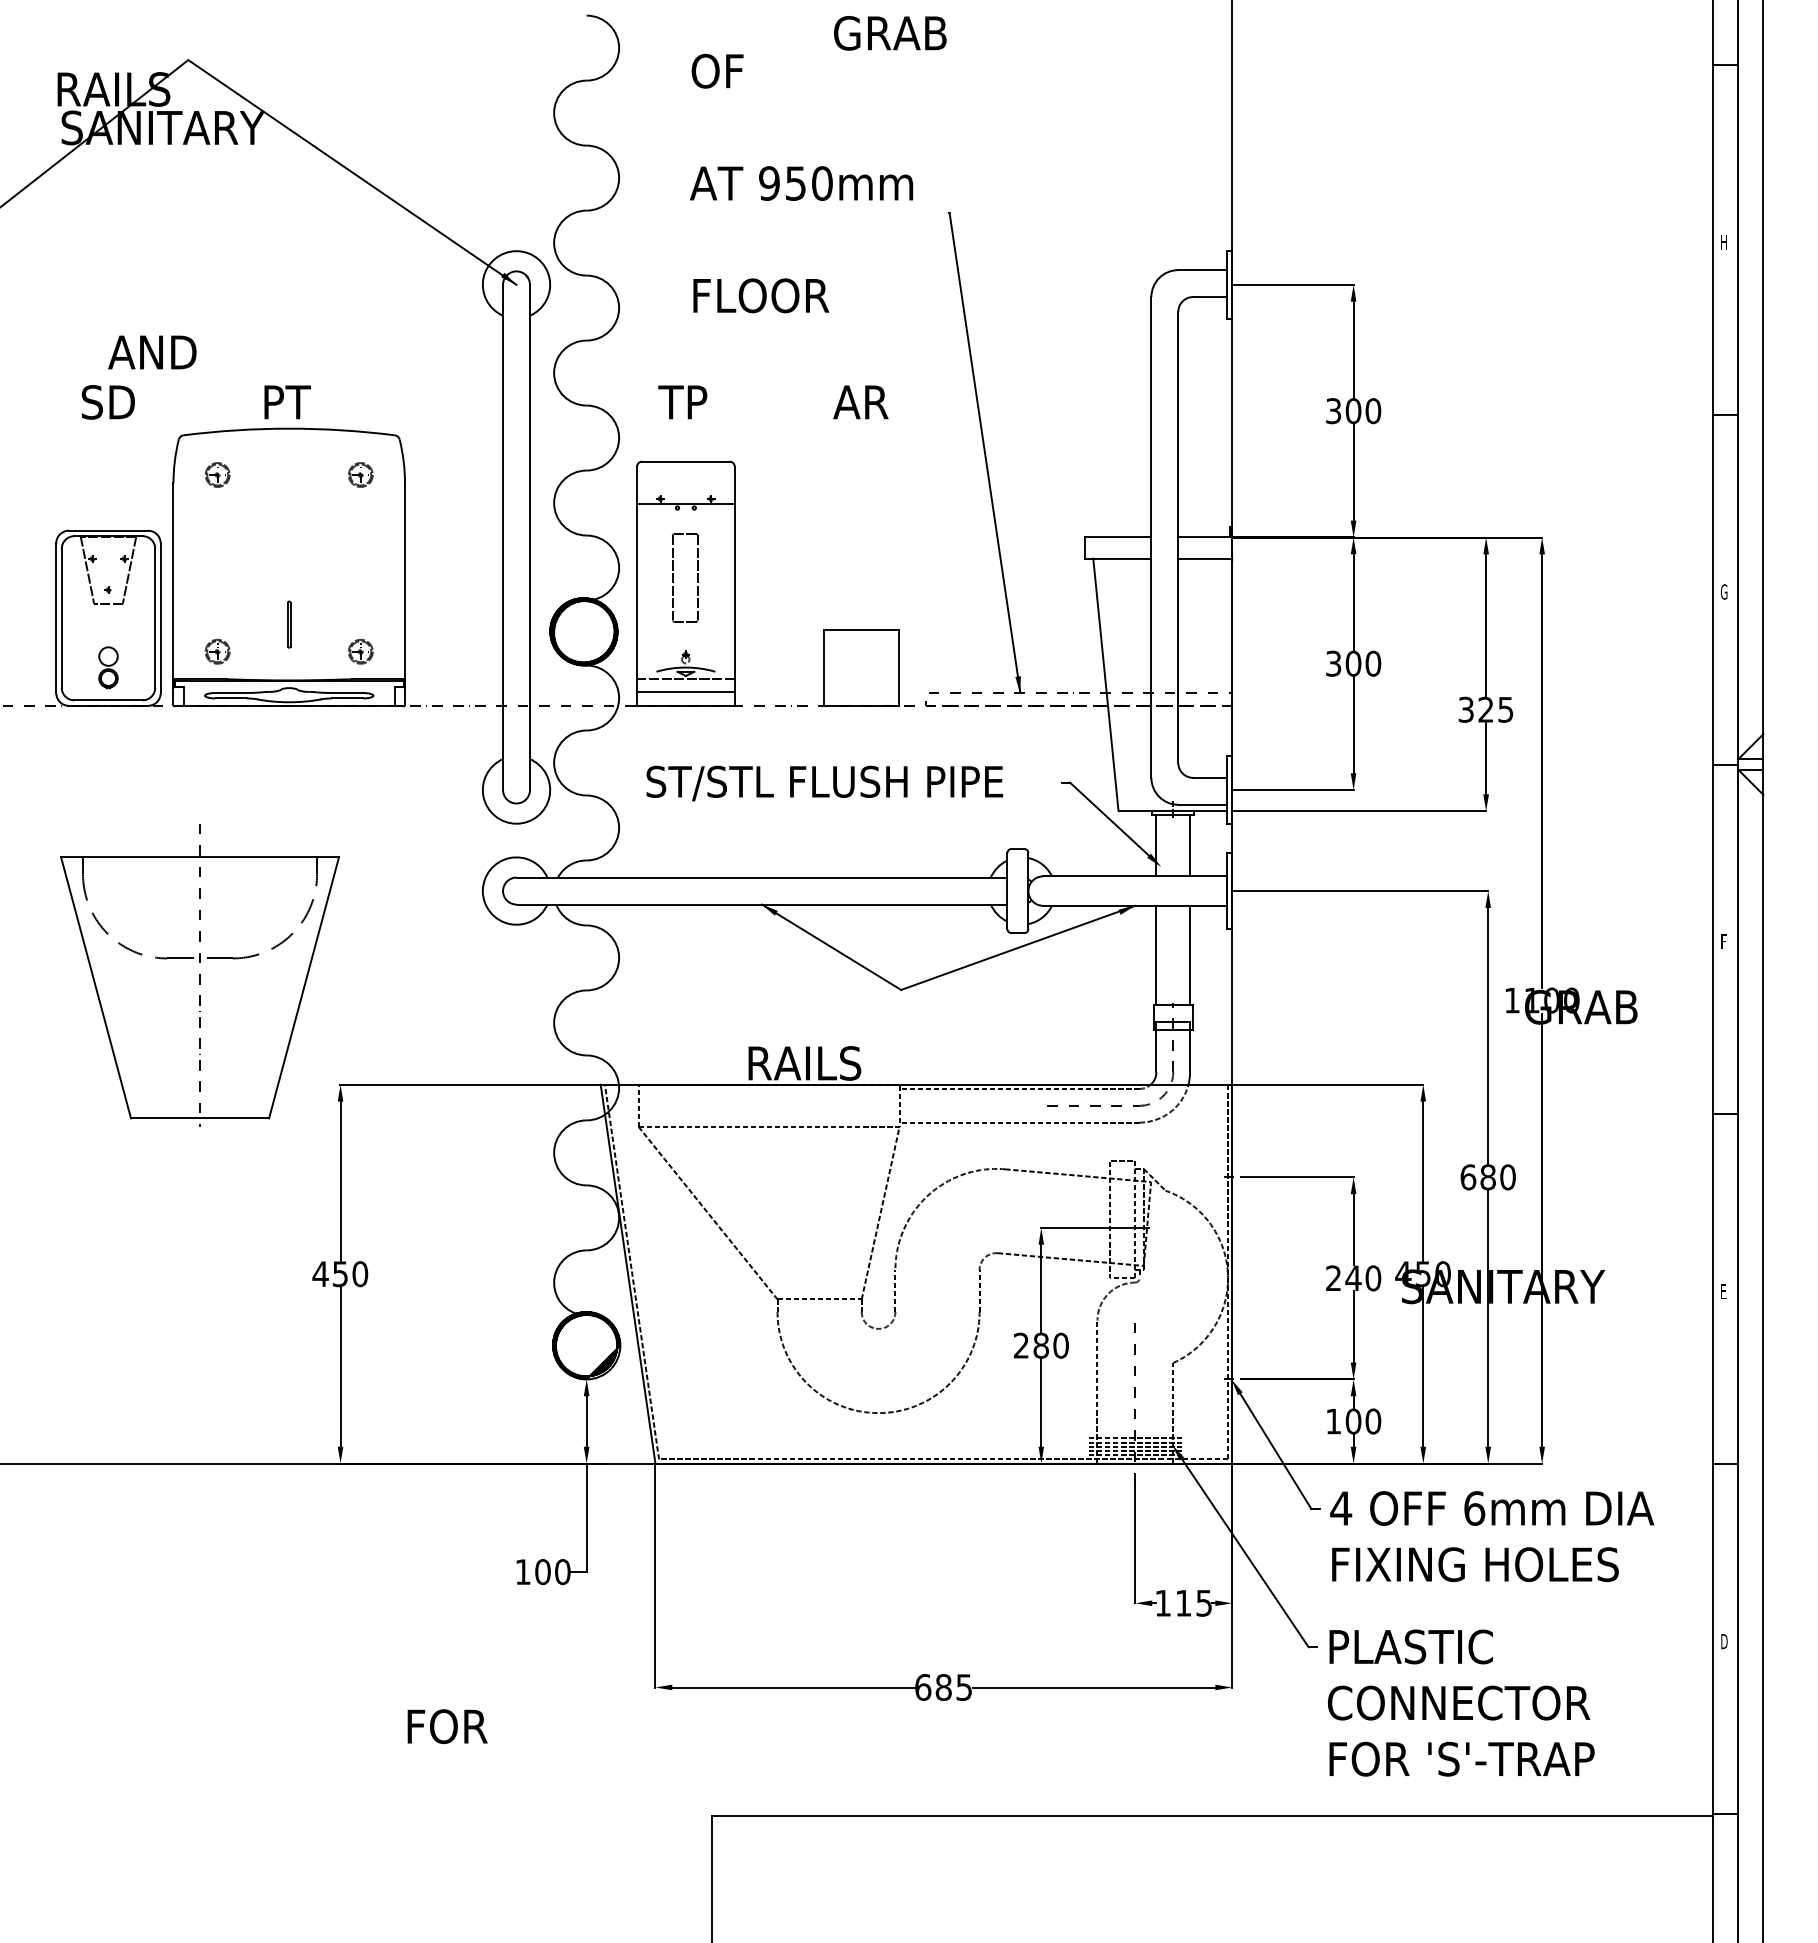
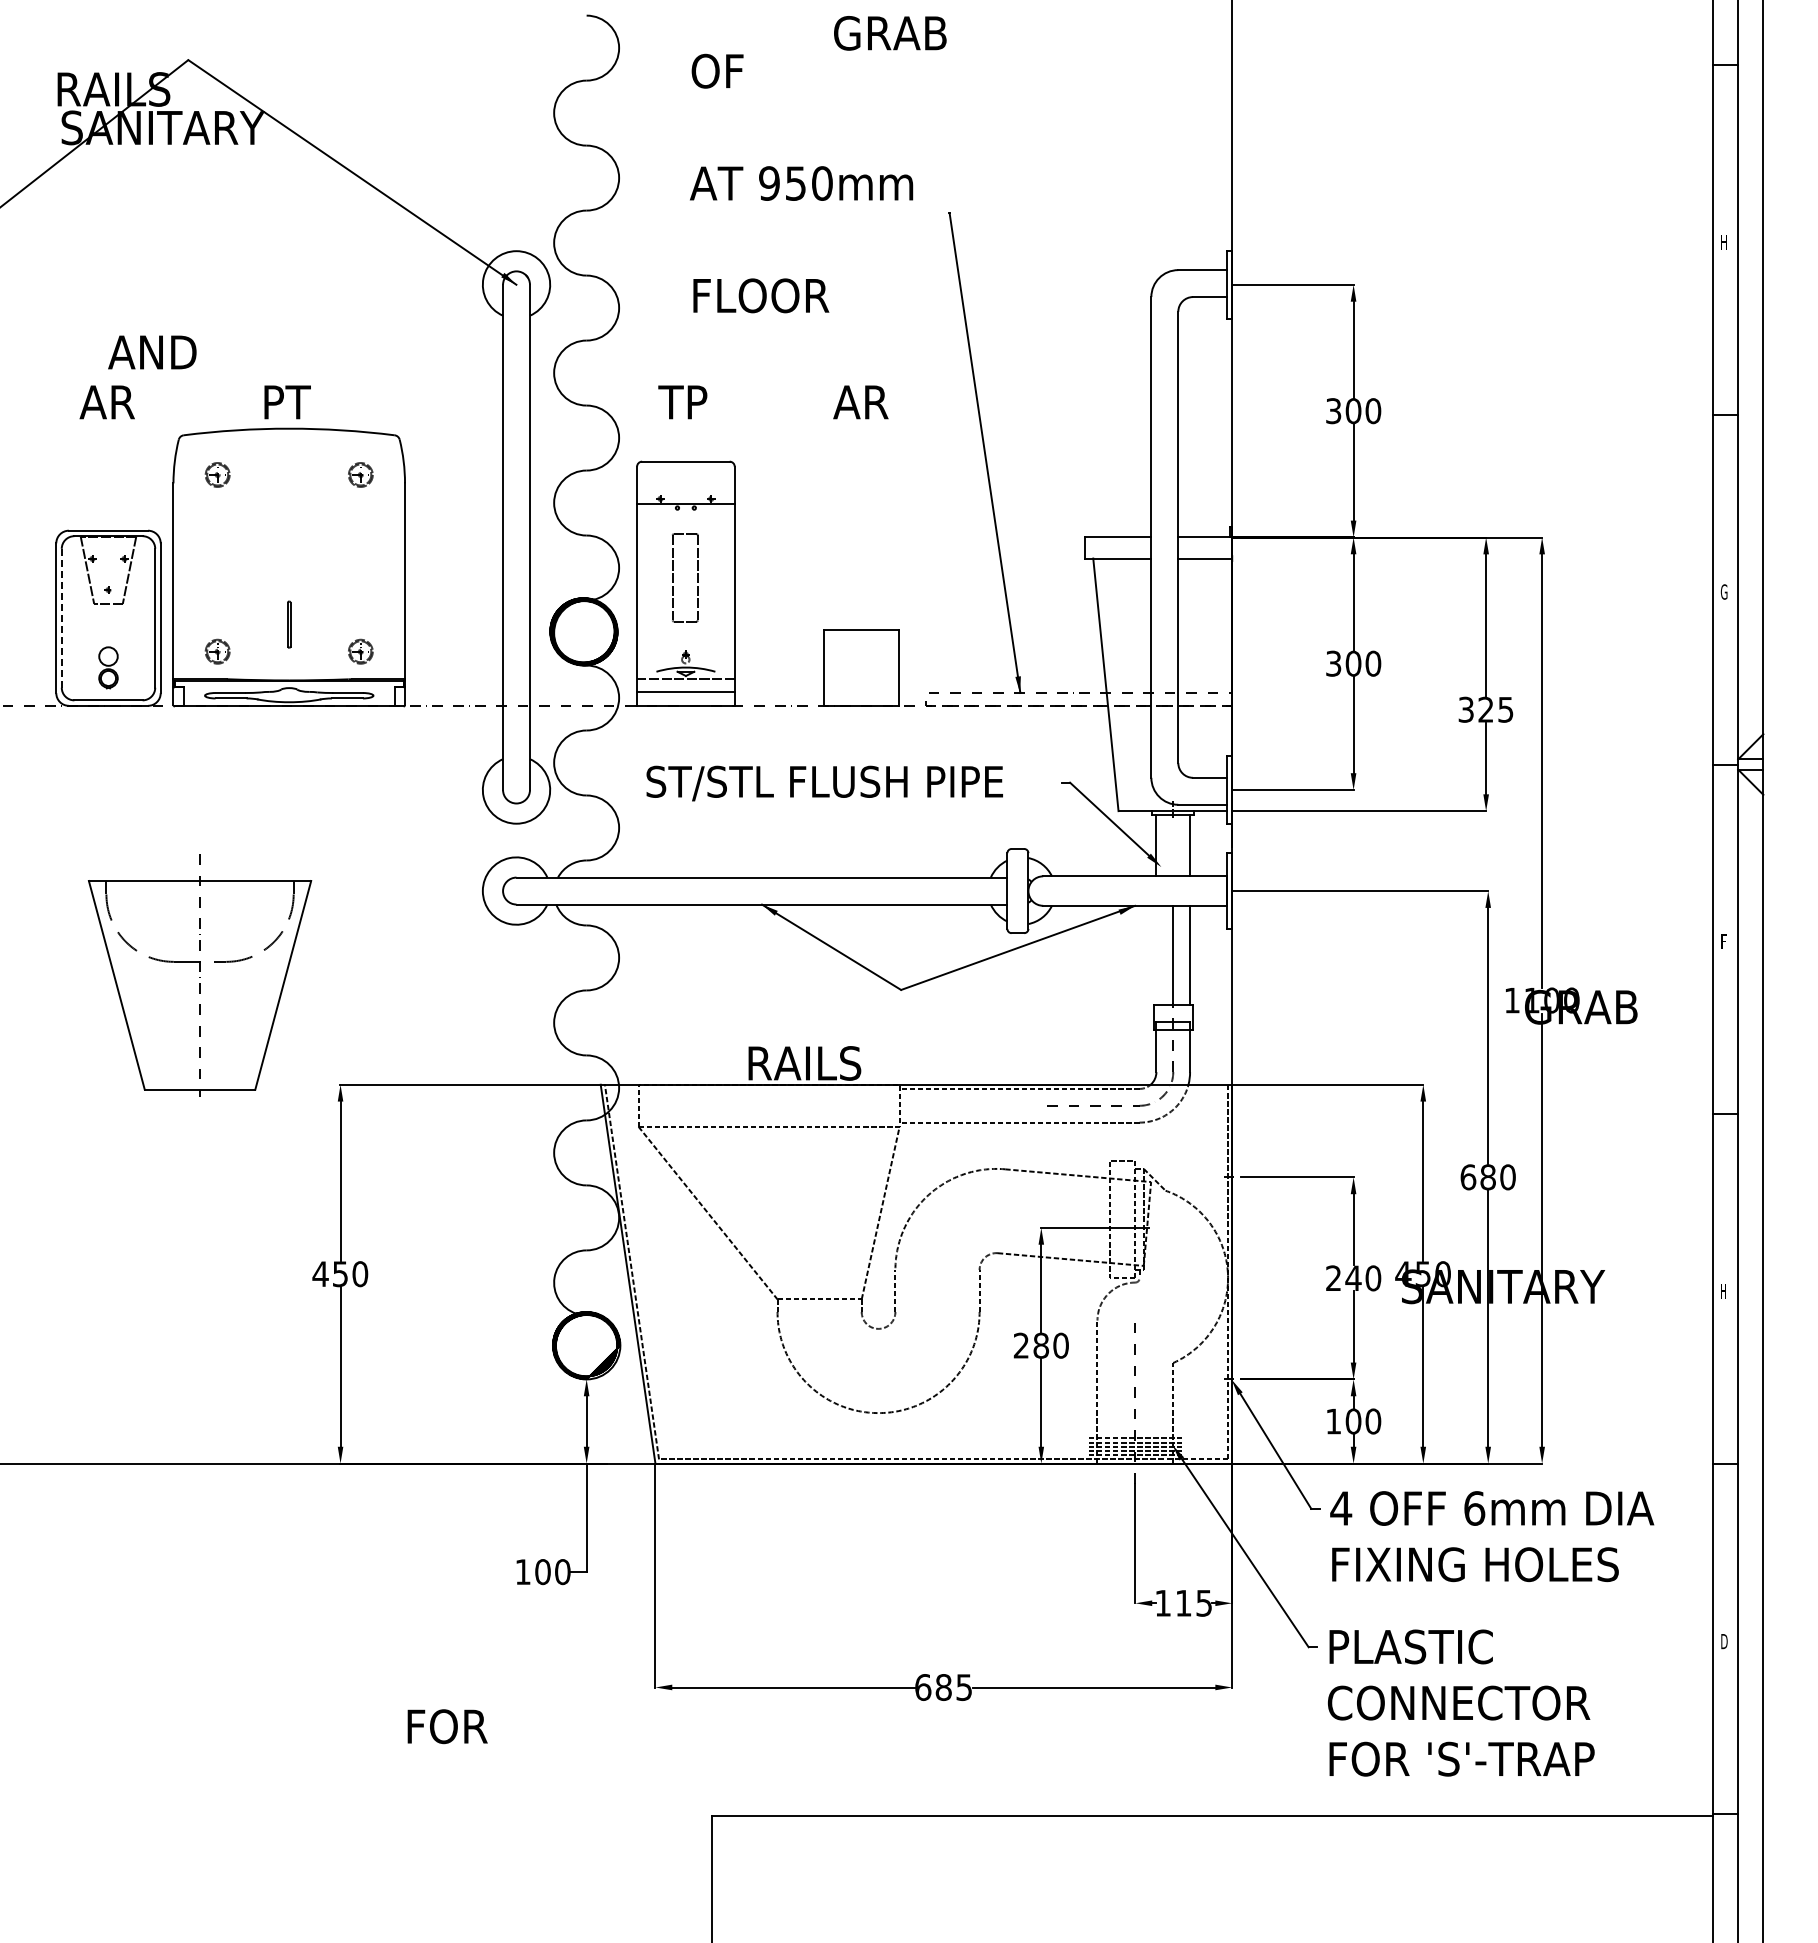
text at (106, 402): SD -> AR
line at (61, 618): solid -> dashed
line at (1156, 954) position: (1156, 954) -> (1173, 954)
part at (199, 975) size: 280x303 px -> 226x243 px
text at (1724, 1291): E -> H
